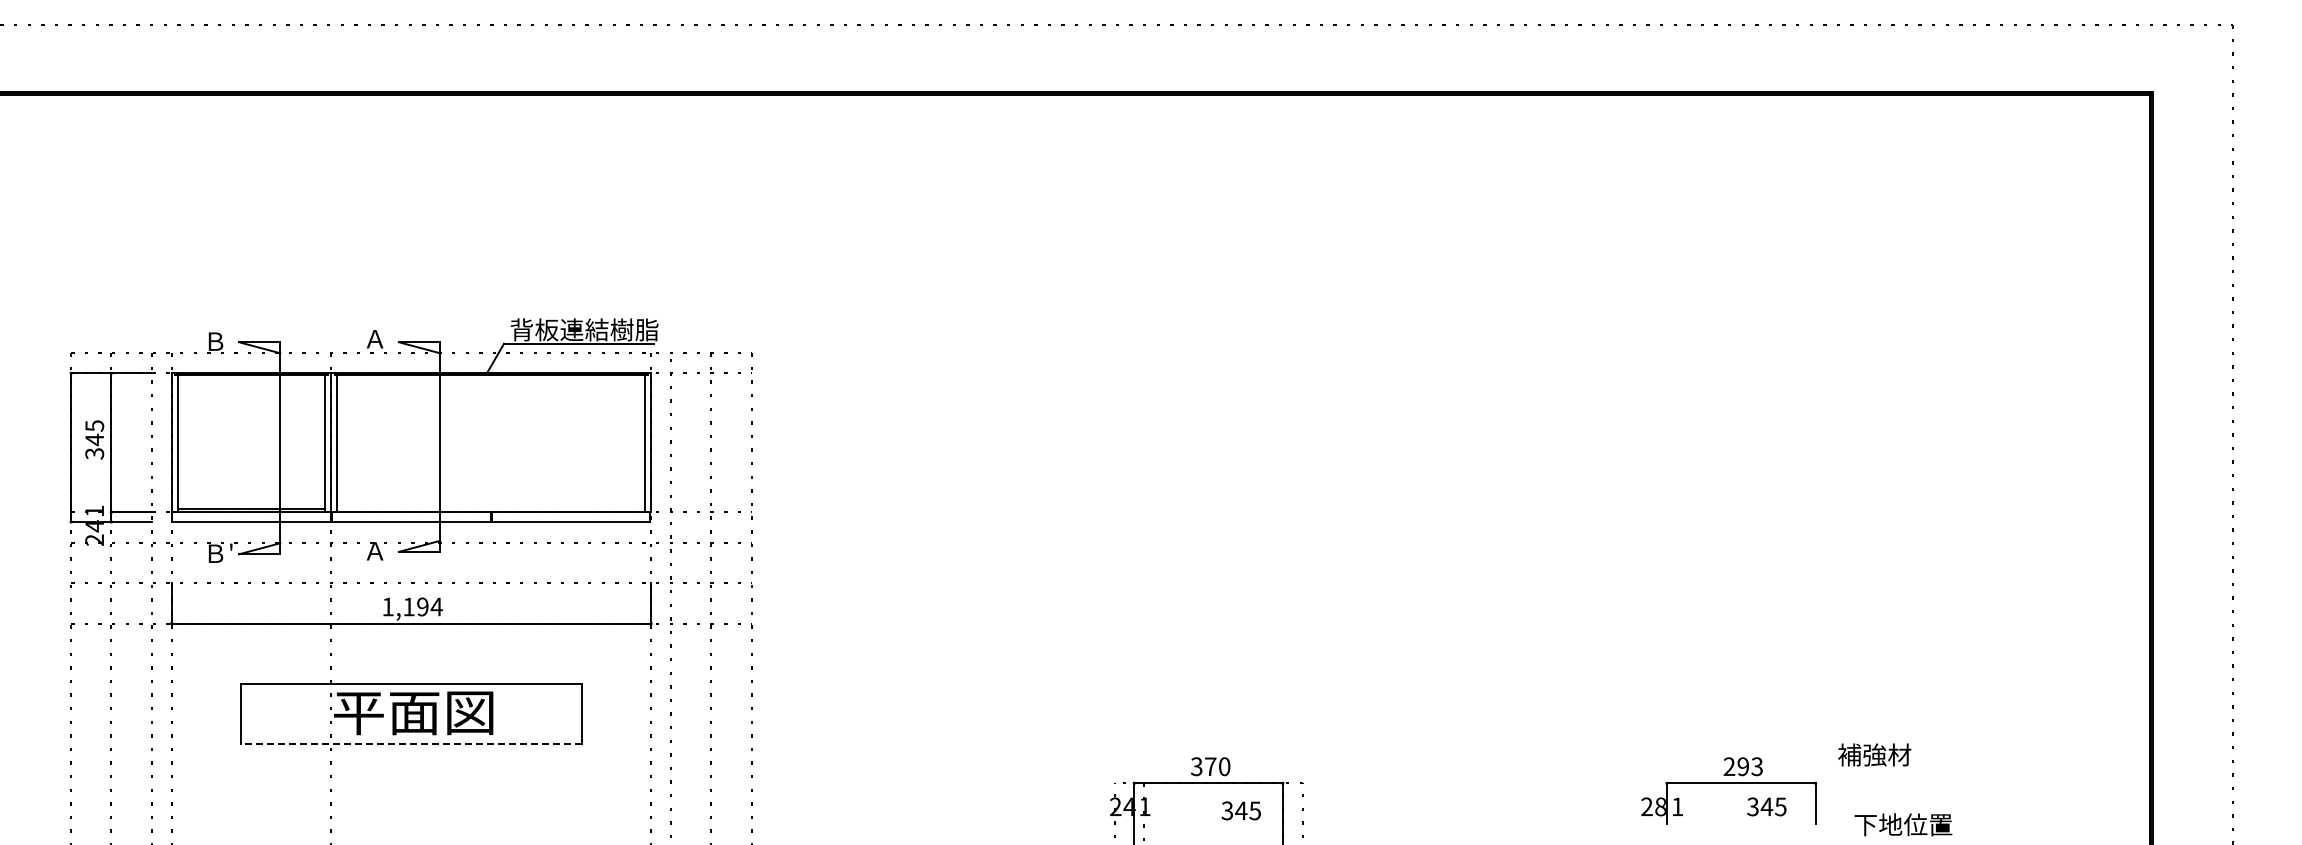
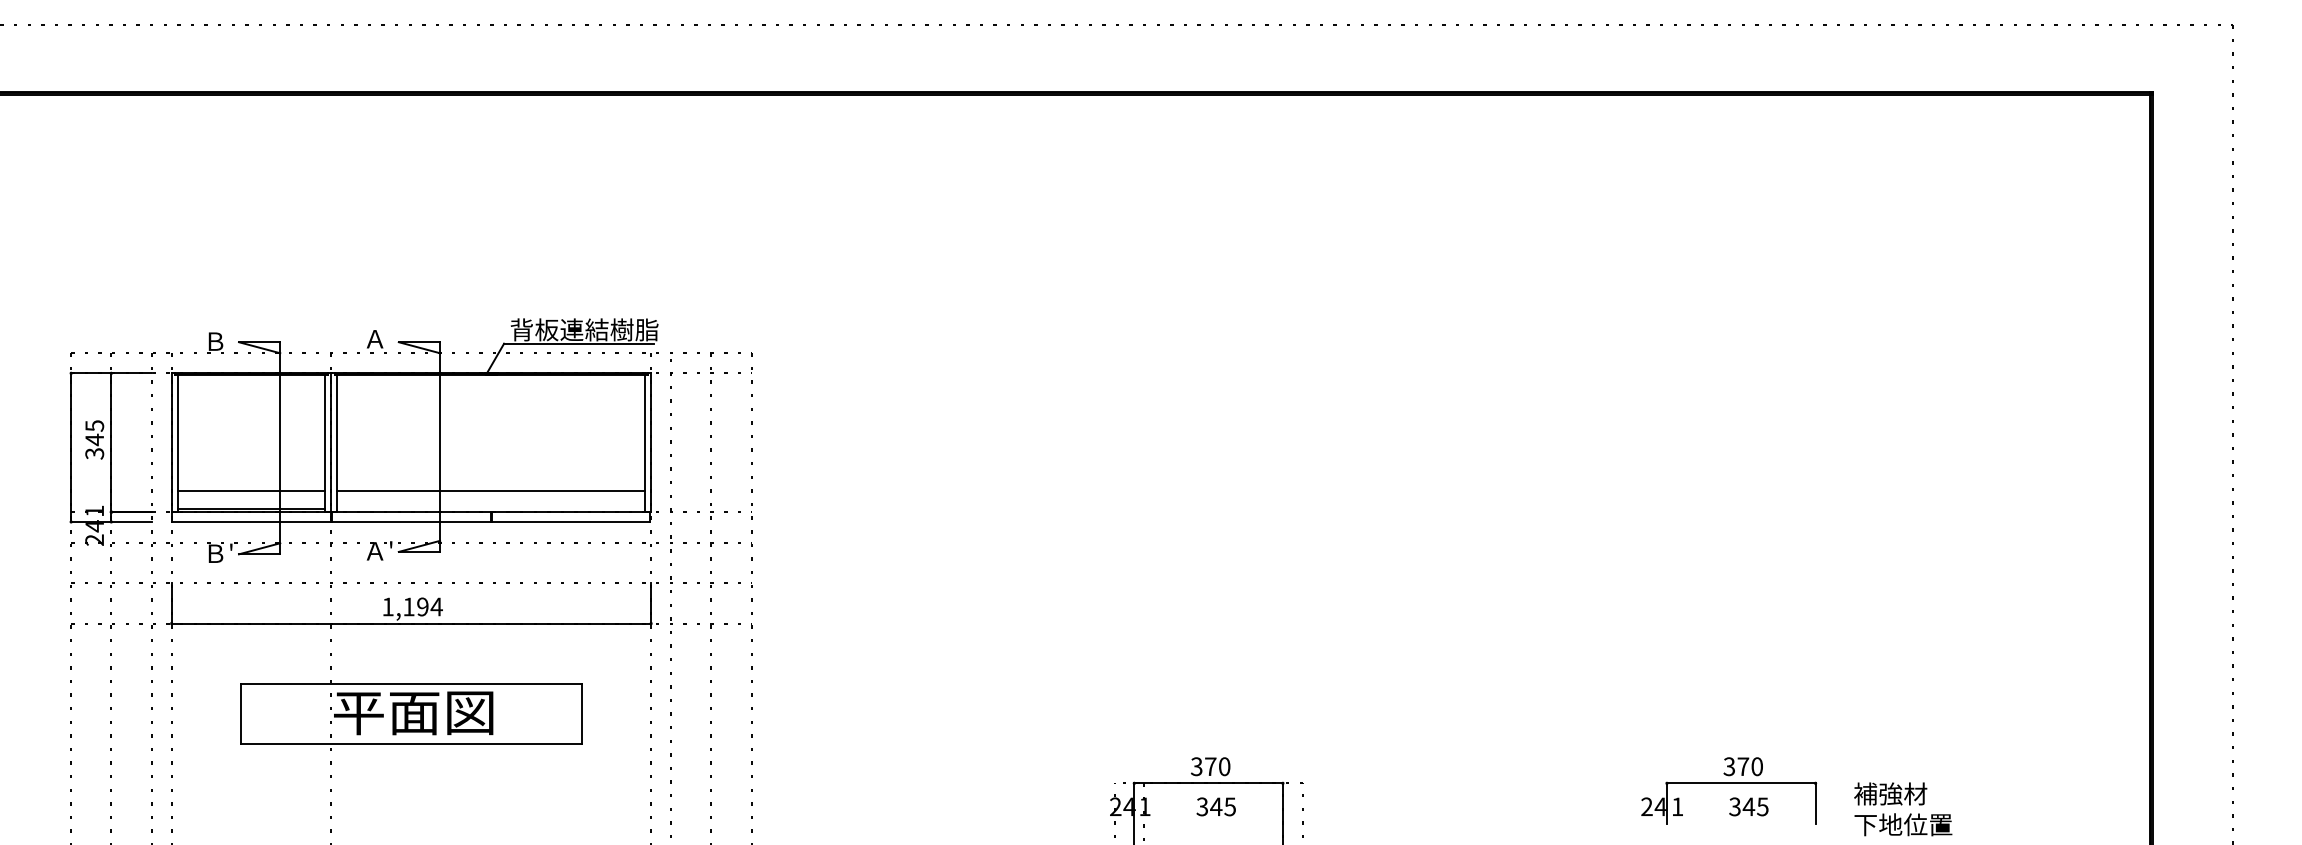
line at (251, 491): none -> present
line at (491, 491): none -> present
text at (391, 544): Ａ -> Ａ'
line at (411, 744): dashed -> solid
text at (1874, 754) position: (1874, 754) -> (1890, 793)
text at (1742, 766): 293 -> 370
text at (1659, 806): 28 -> 24
text at (1766, 806) position: (1766, 806) -> (1748, 806)
text at (1240, 810) position: (1240, 810) -> (1215, 806)
